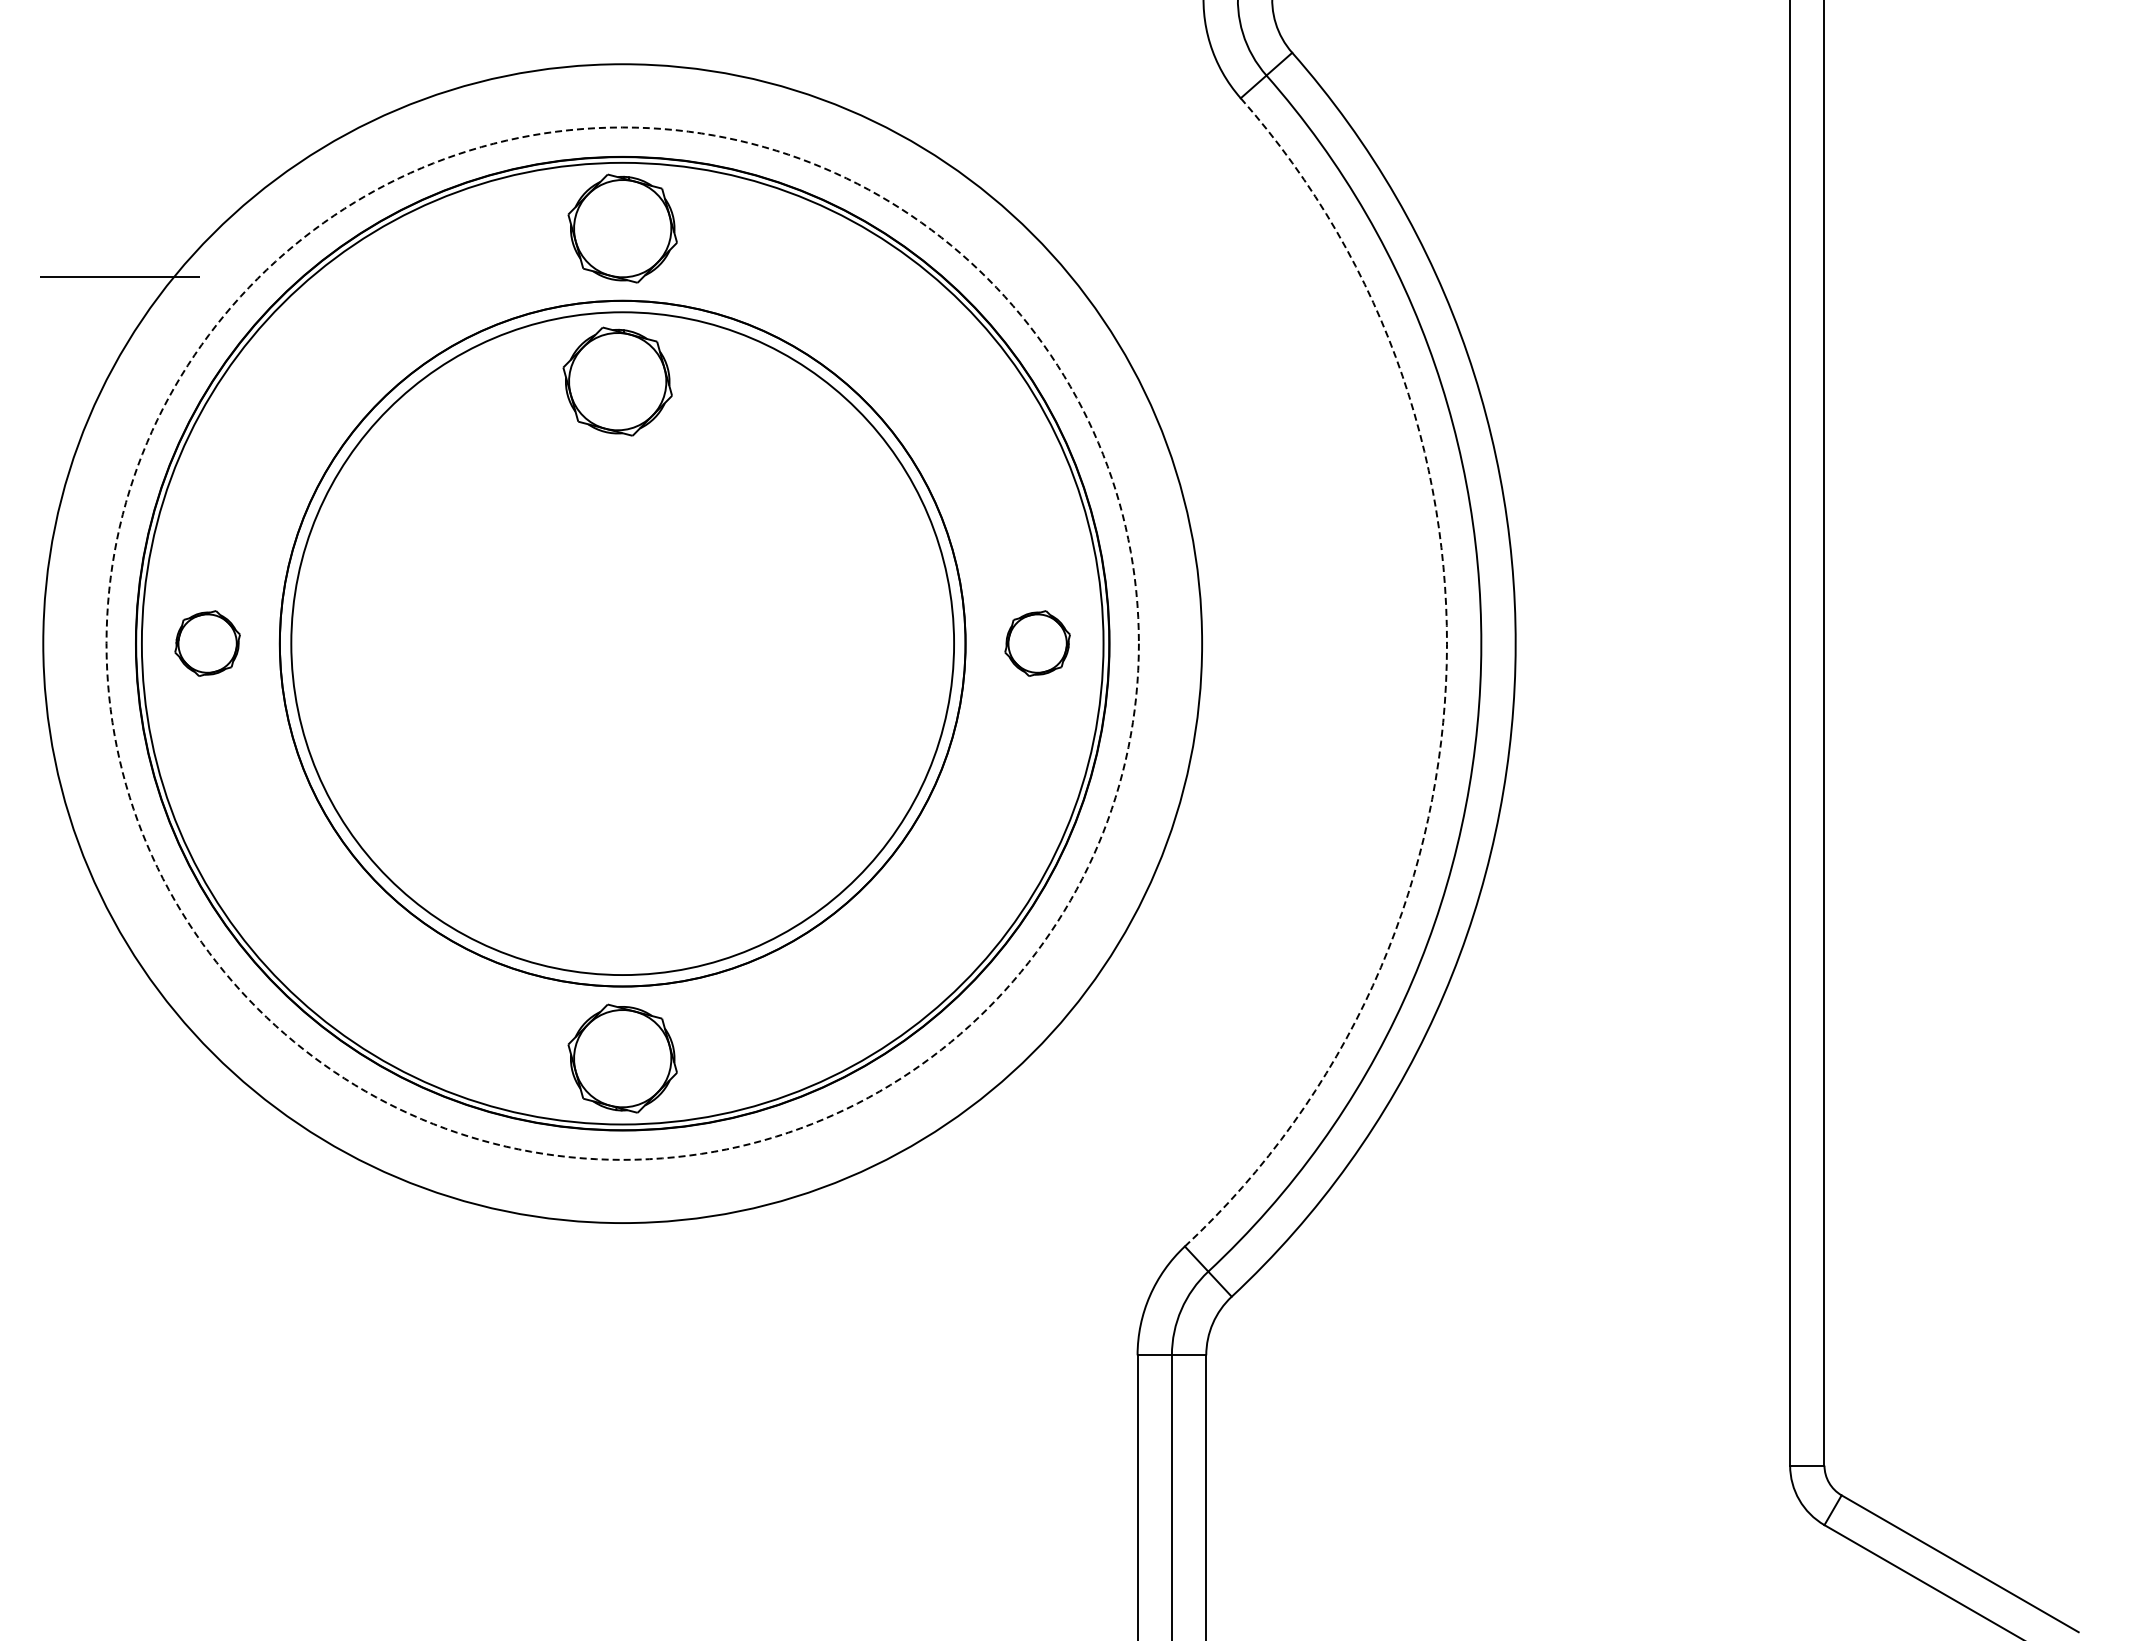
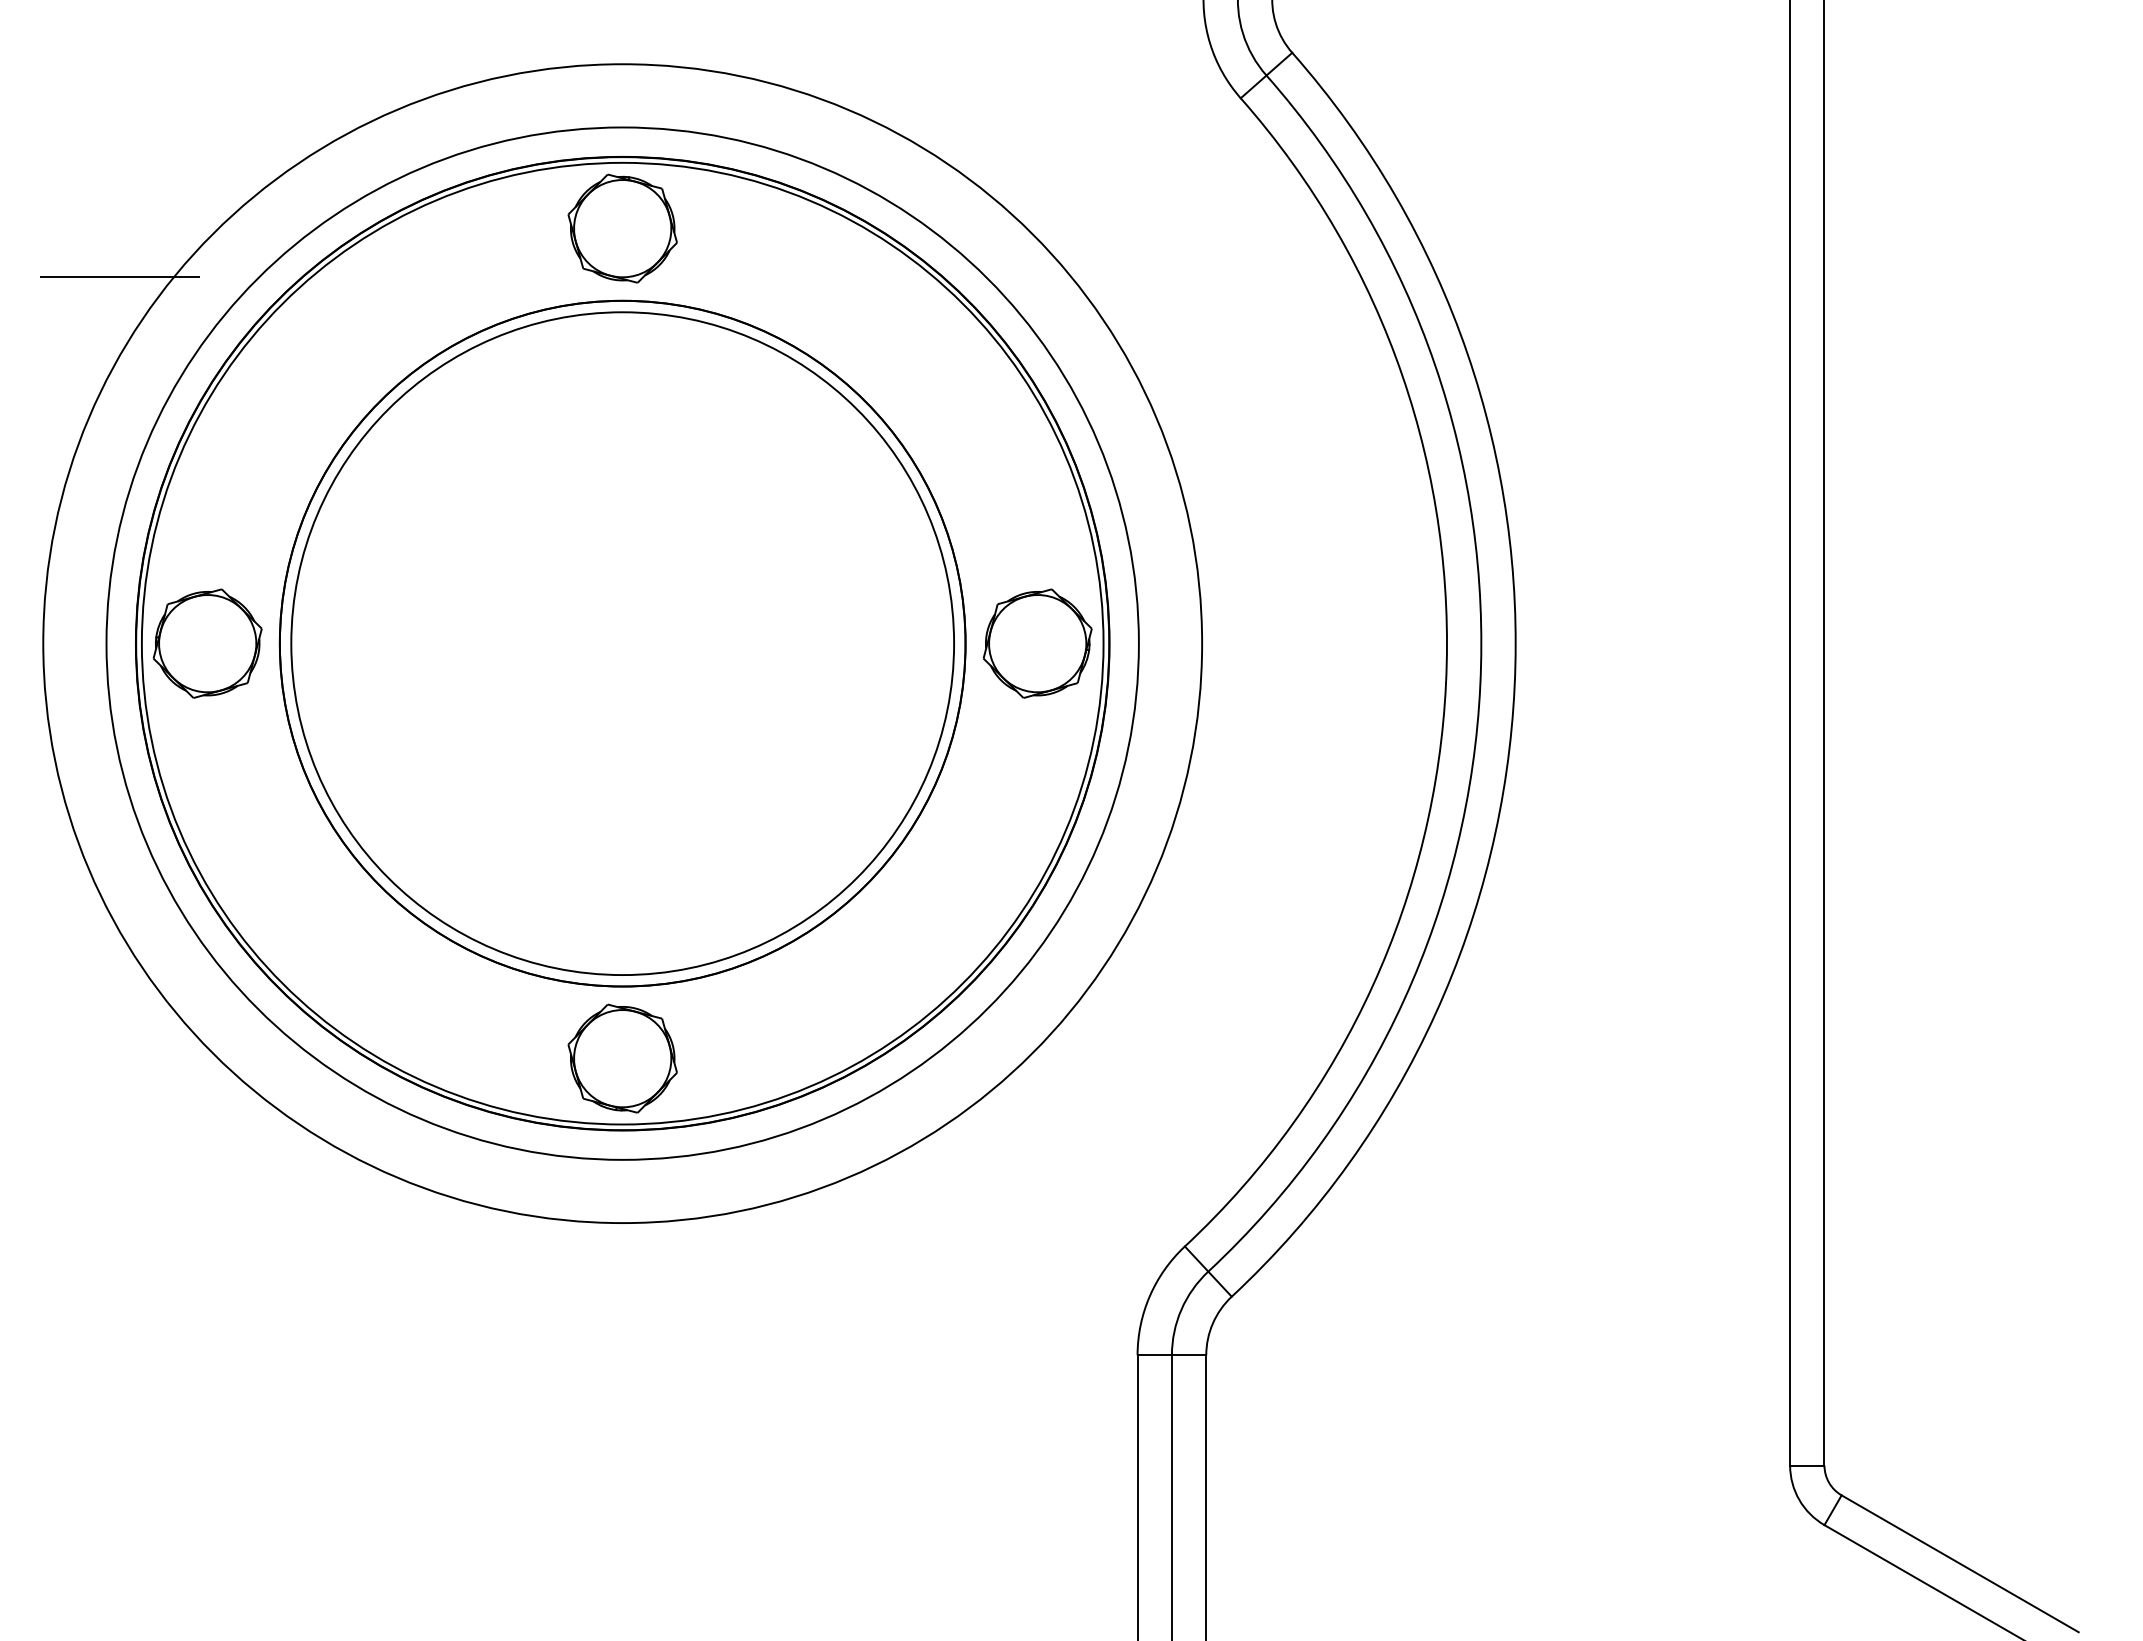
part at (617, 381): present -> none
part at (207, 643) size: 67x67 px -> 111x111 px
circle at (622, 643): dashed -> solid
part at (1037, 643) size: 67x67 px -> 111x111 px
arc at (1446, 683): dashed -> solid
